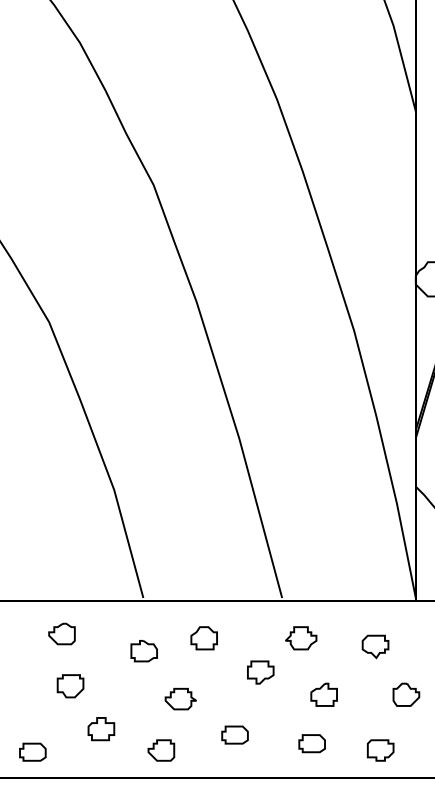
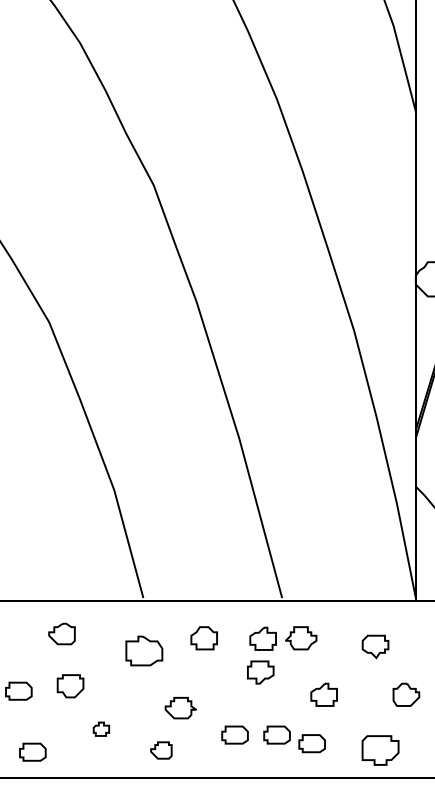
part at (262, 638): none -> present
part at (143, 651) size: 28x23 px -> 39x32 px
part at (18, 690): none -> present
part at (180, 699) position: (180, 699) -> (180, 708)
part at (101, 729) size: 29x25 px -> 19x16 px
part at (276, 734): none -> present
part at (161, 750) size: 29x23 px -> 23x19 px
part at (380, 750) size: 28x23 px -> 39x31 px
